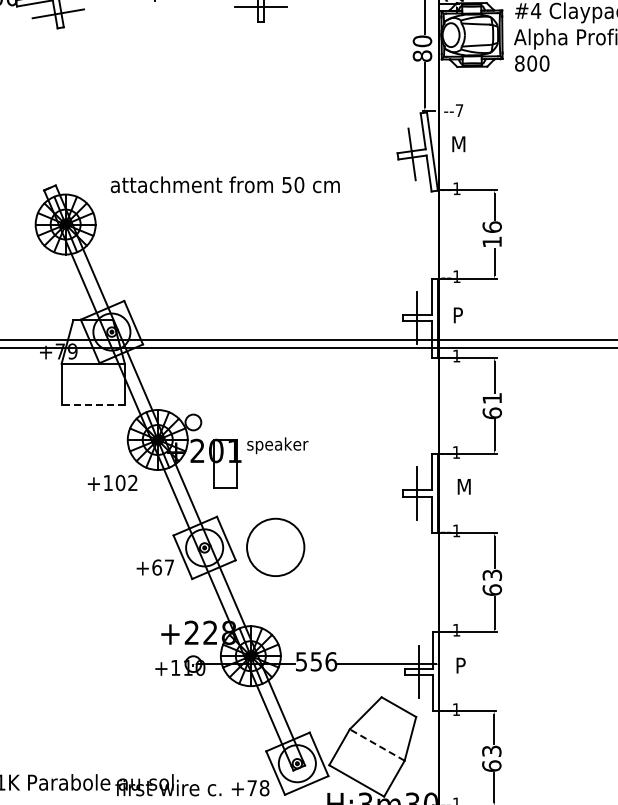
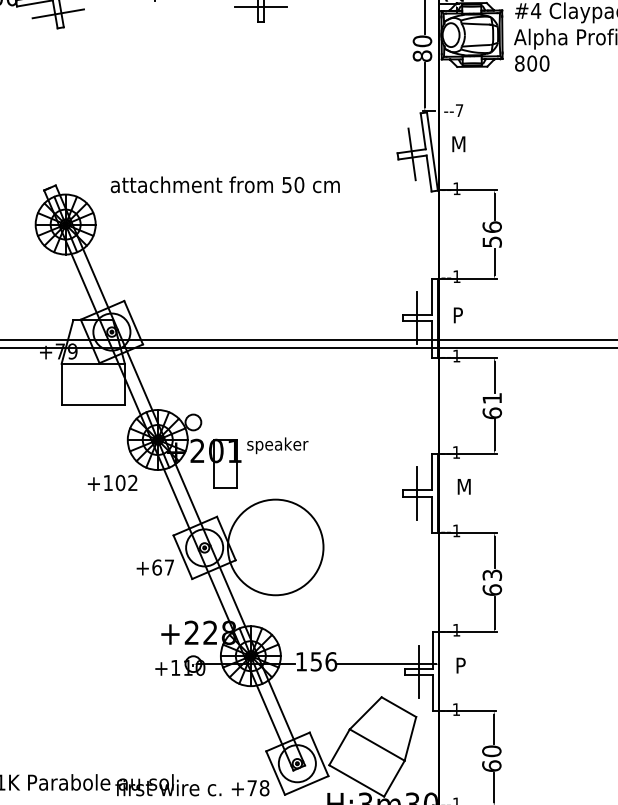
text at (491, 241): 16 -> 56
line at (93, 405): dashed -> solid
circle at (275, 547) diameter: 57 px -> 96 px
text at (301, 661): 556 -> 156
line at (377, 745): dashed -> solid
text at (491, 751): 63 -> 60
